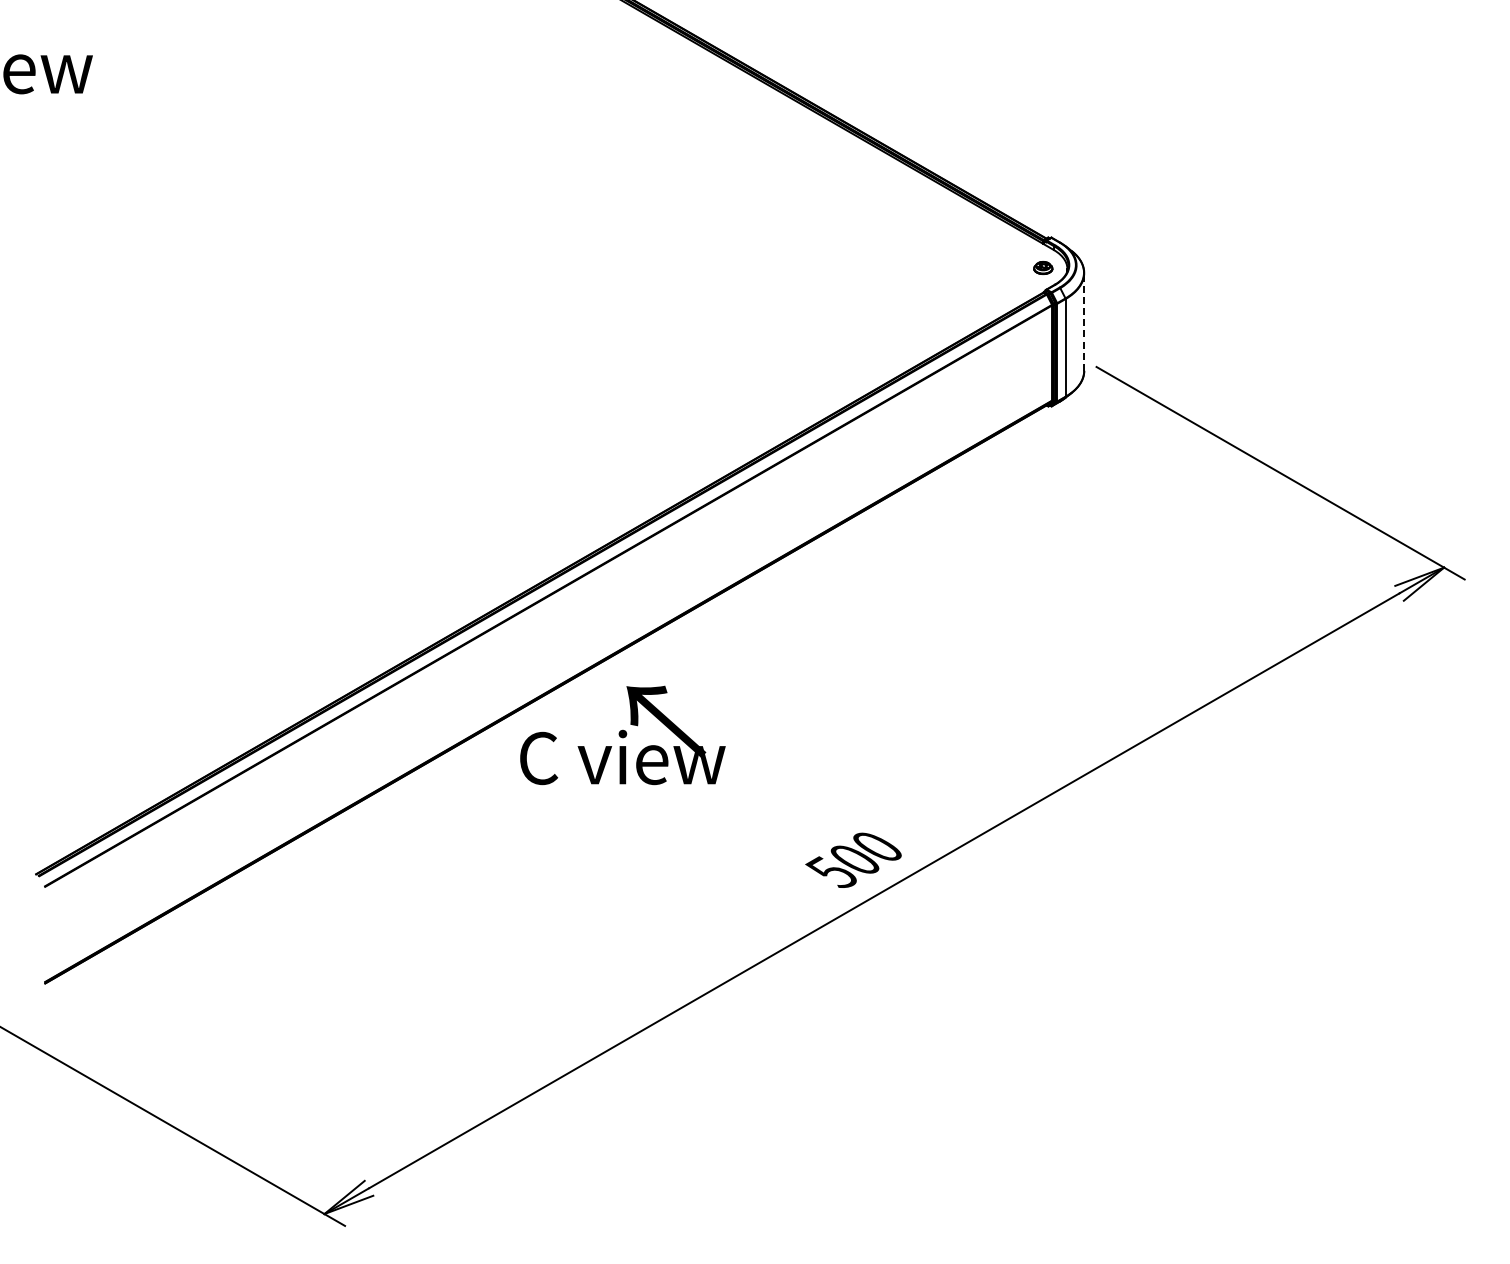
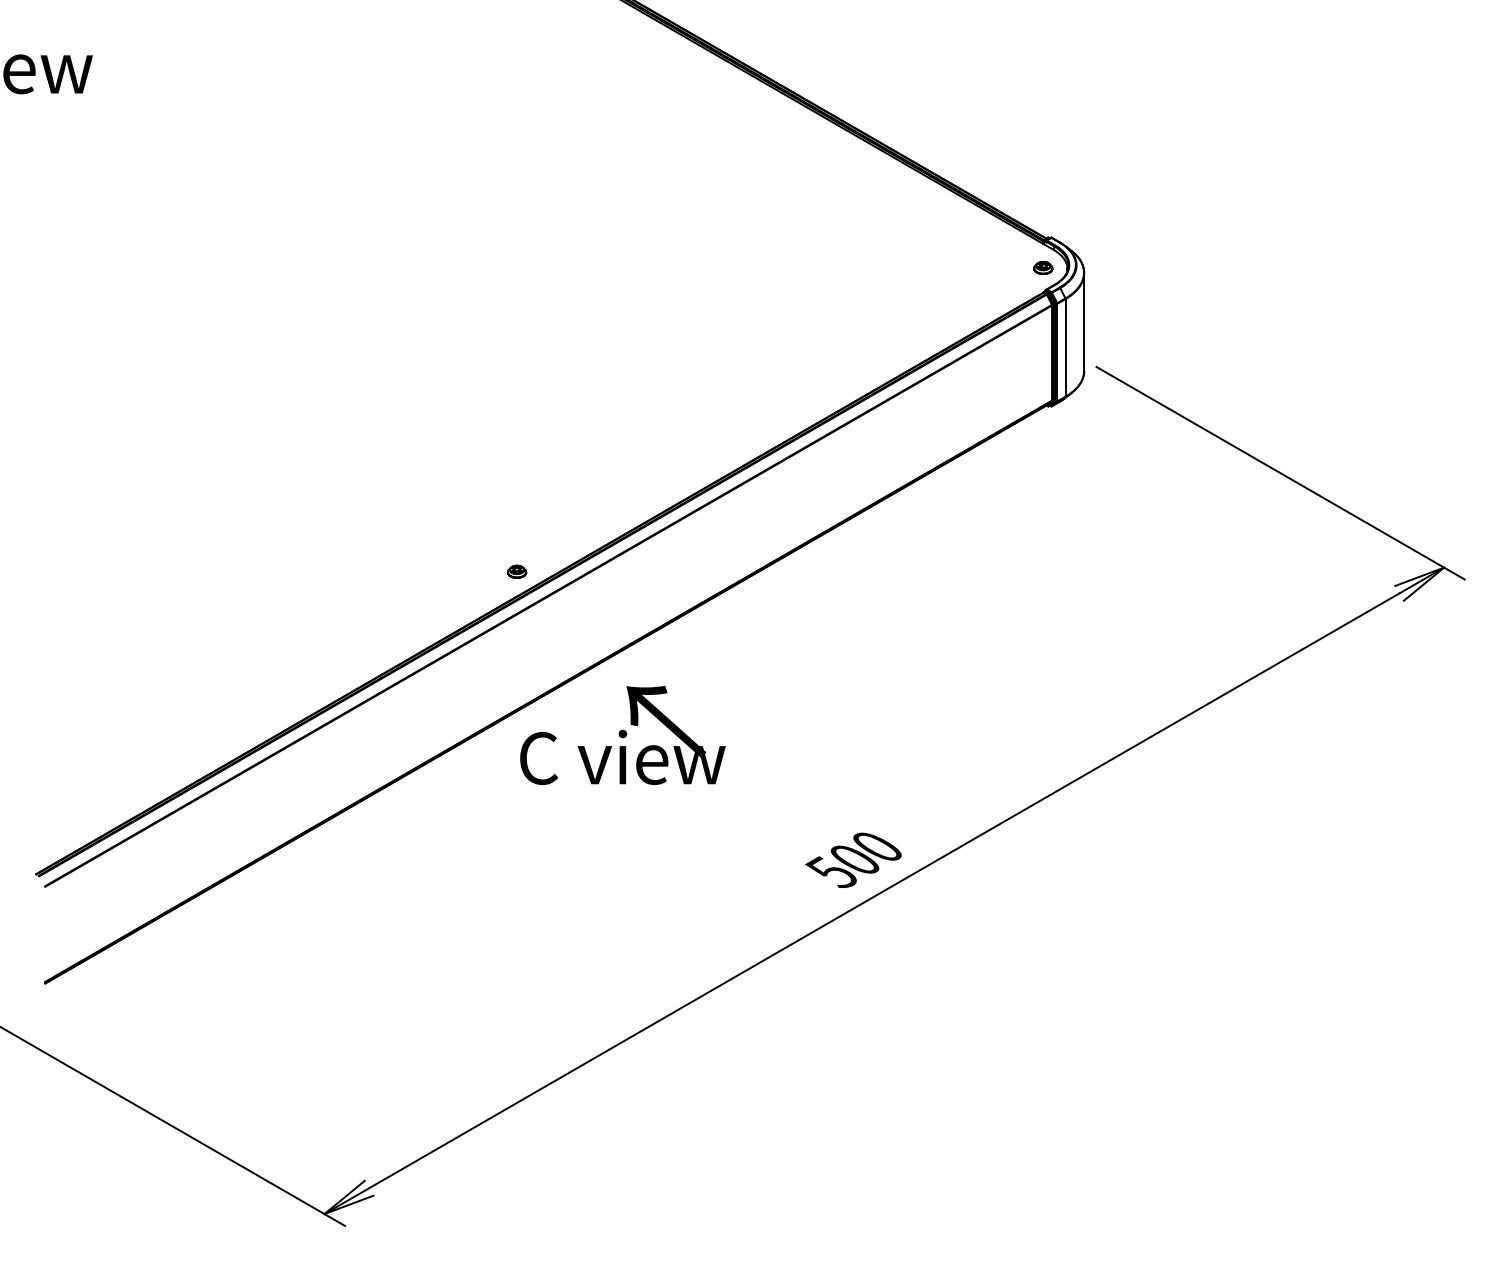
line at (1084, 322): dashed -> solid
part at (517, 571): none -> present
